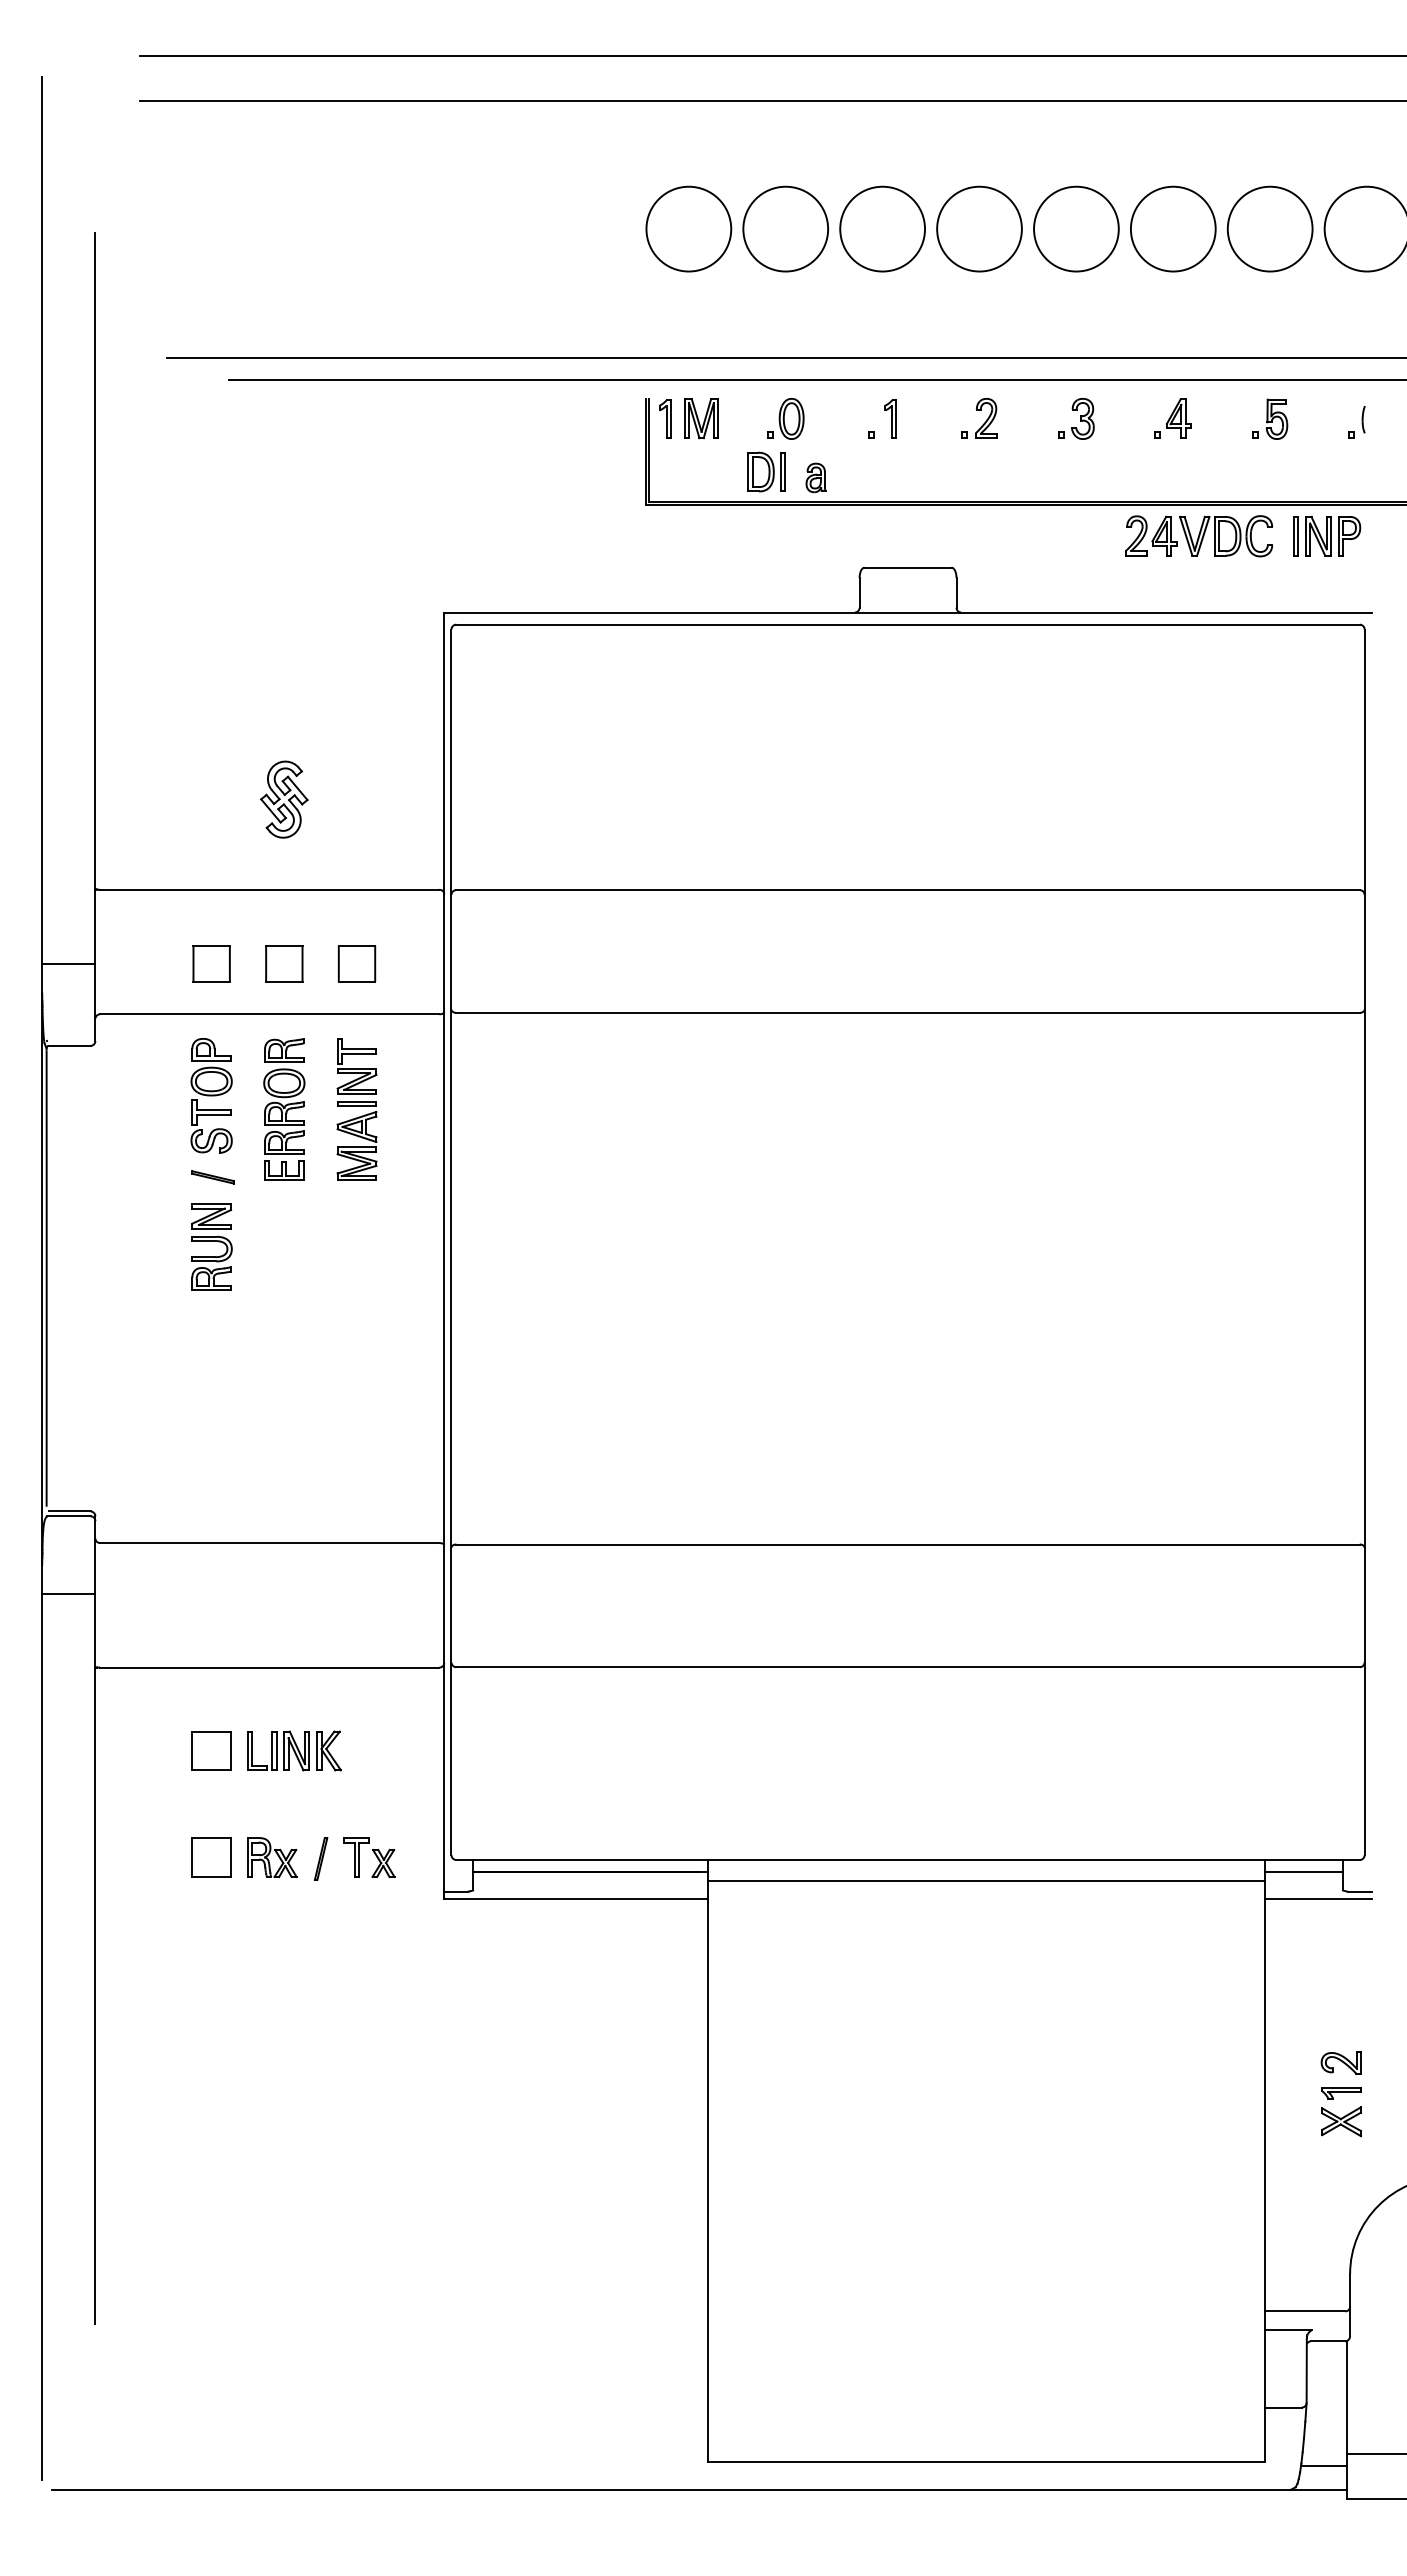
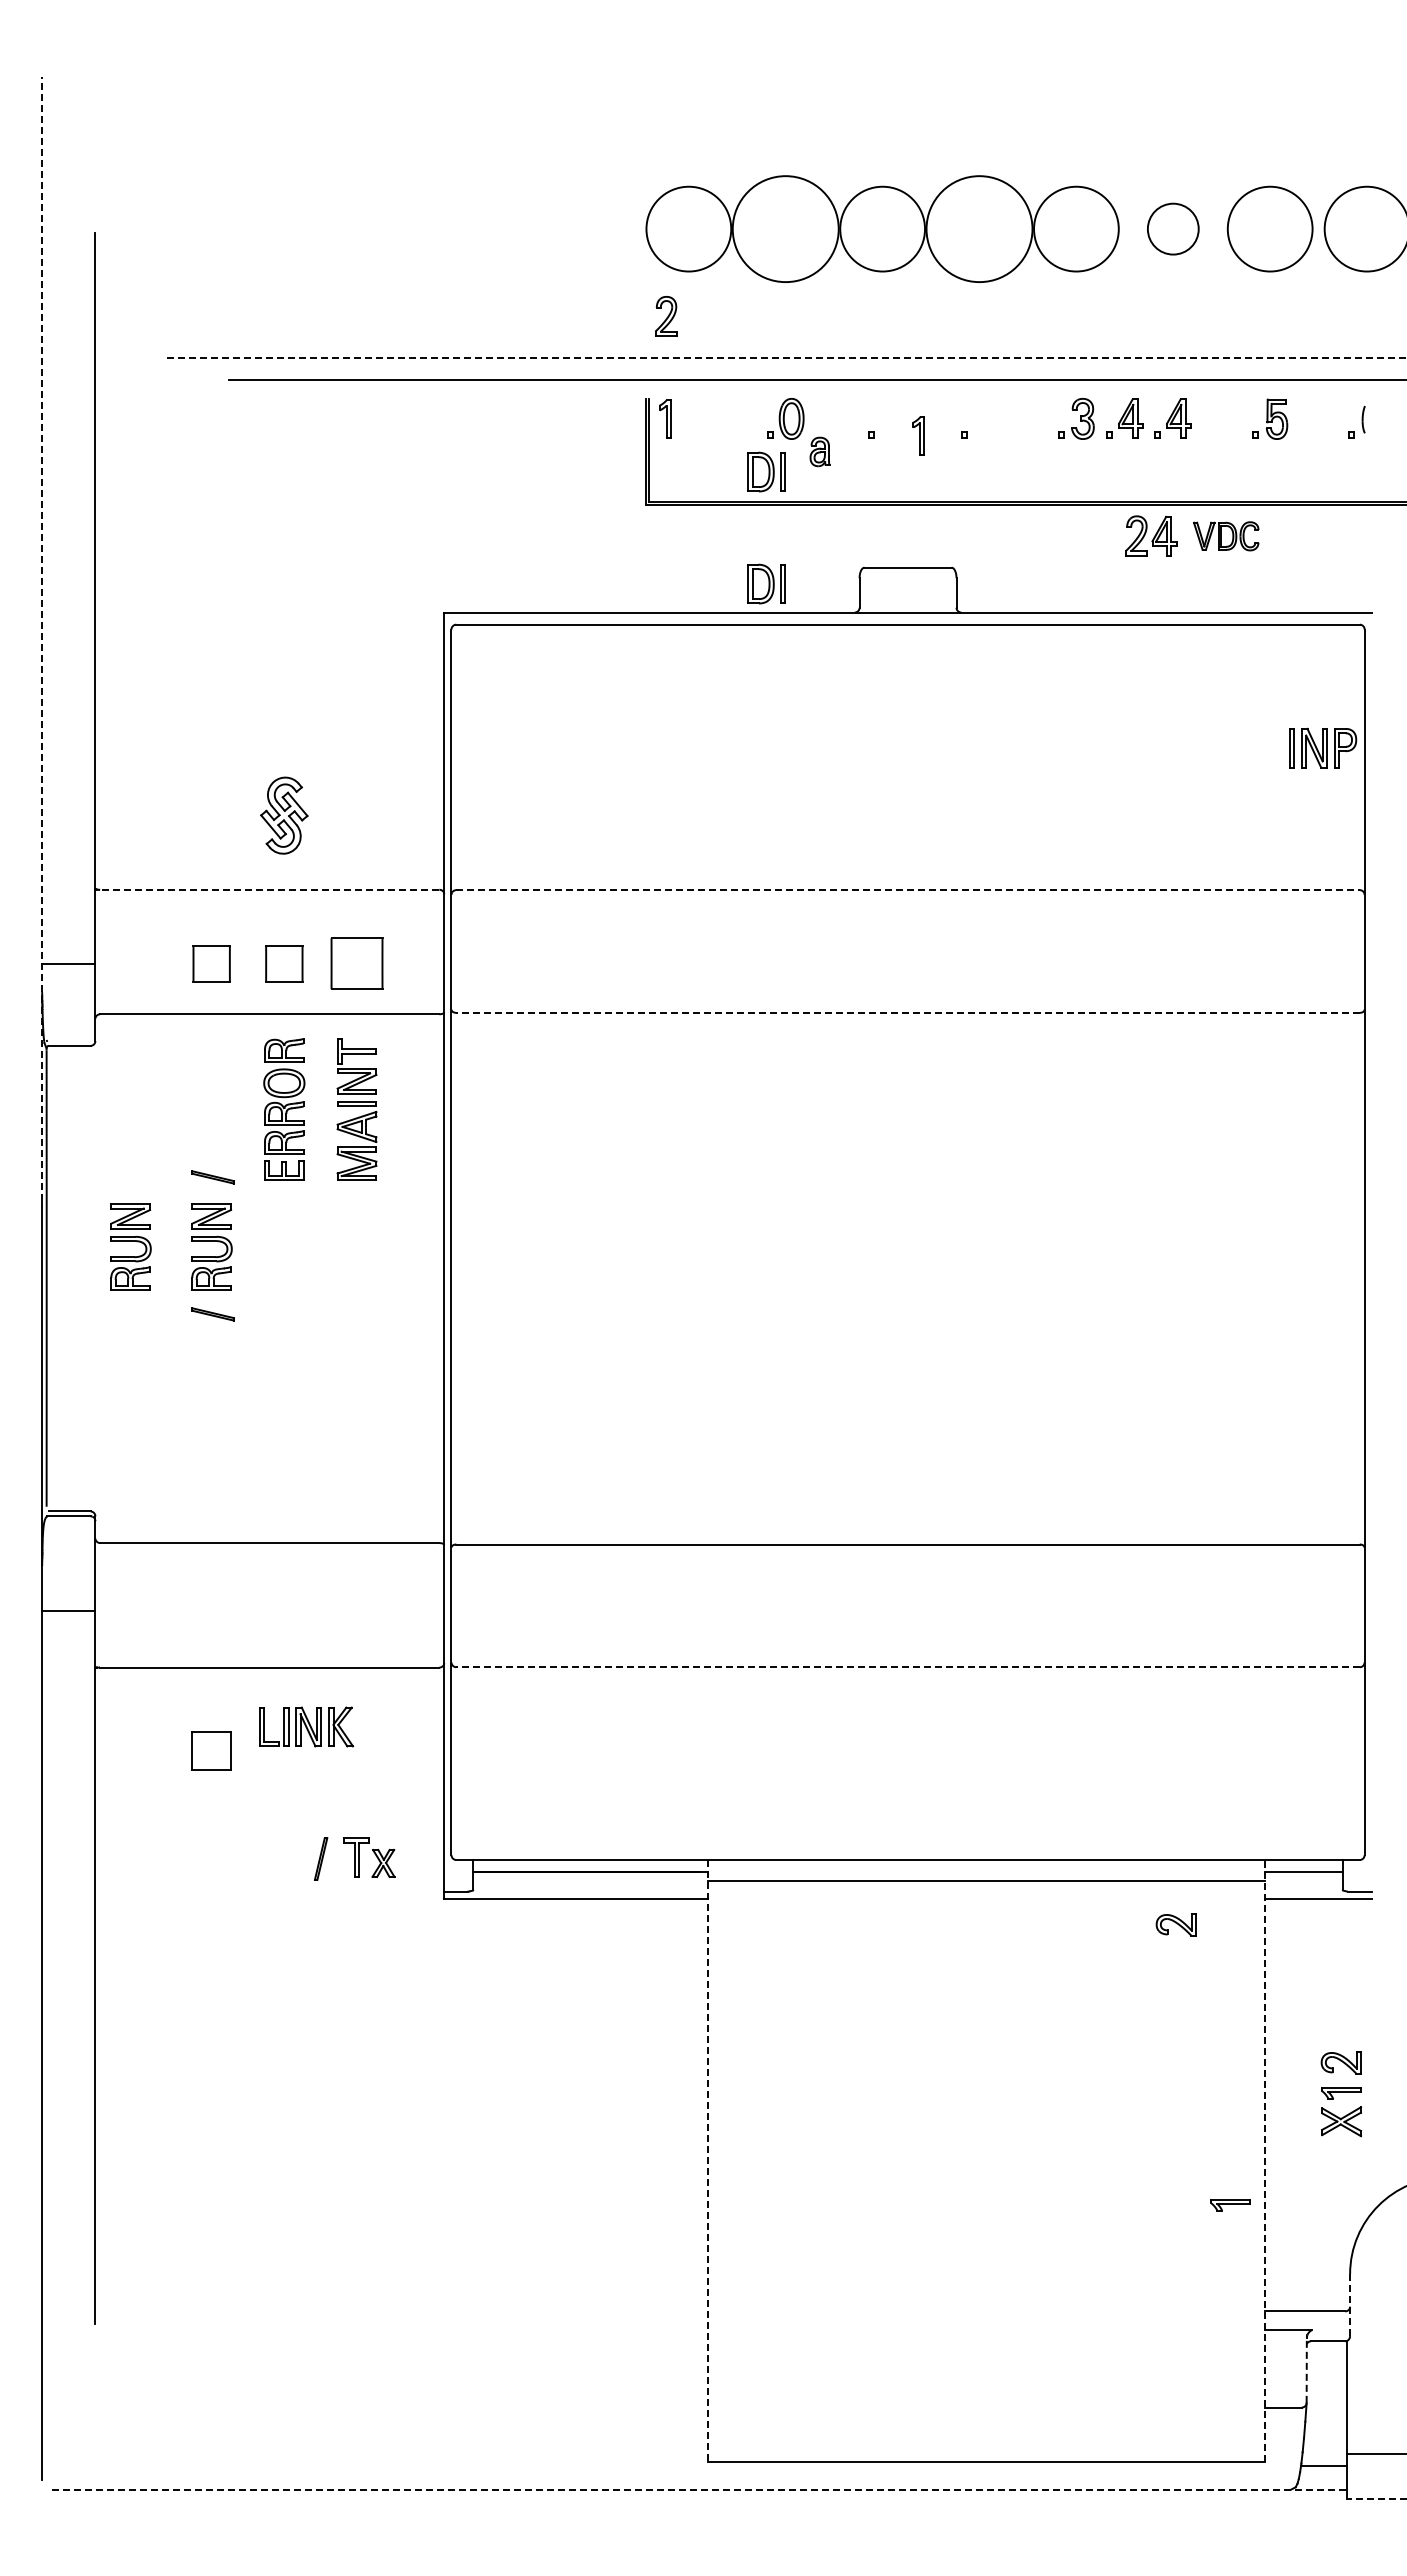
line at (771, 55): present -> none
line at (771, 100): present -> none
circle at (785, 228) diameter: 85 px -> 106 px
circle at (979, 228) diameter: 85 px -> 106 px
circle at (1172, 228) diameter: 85 px -> 51 px
line at (786, 357): solid -> dashed
part at (701, 418): present -> none
part at (890, 418) position: (890, 418) -> (918, 435)
part at (986, 418) position: (986, 418) -> (666, 316)
part at (1124, 418): none -> present
part at (815, 477) position: (815, 477) -> (819, 451)
part at (1327, 535) position: (1327, 535) -> (1323, 747)
part at (1226, 536) size: 95x43 px -> 67x31 px
part at (766, 583): none -> present
line at (42, 639): solid -> dashed
part at (284, 799) position: (284, 799) -> (284, 815)
line at (269, 889): solid -> dashed
line at (908, 890): solid -> dashed
part at (356, 963) size: 40x38 px -> 54x53 px
line at (908, 1012): solid -> dashed
part at (211, 1095): present -> none
part at (130, 1246): none -> present
part at (212, 1314): none -> present
line at (68, 1593) position: (68, 1593) -> (68, 1610)
line at (908, 1667): solid -> dashed
part at (294, 1750) position: (294, 1750) -> (306, 1726)
part at (211, 1857): present -> none
part at (272, 1857): present -> none
part at (1175, 1924): none -> present
line at (708, 2160): solid -> dashed
line at (1265, 2160): solid -> dashed
part at (1230, 2205): none -> present
line at (1350, 2305): solid -> dashed
line at (1306, 2370): solid -> dashed
line at (699, 2489): solid -> dashed
line at (1376, 2498): solid -> dashed
